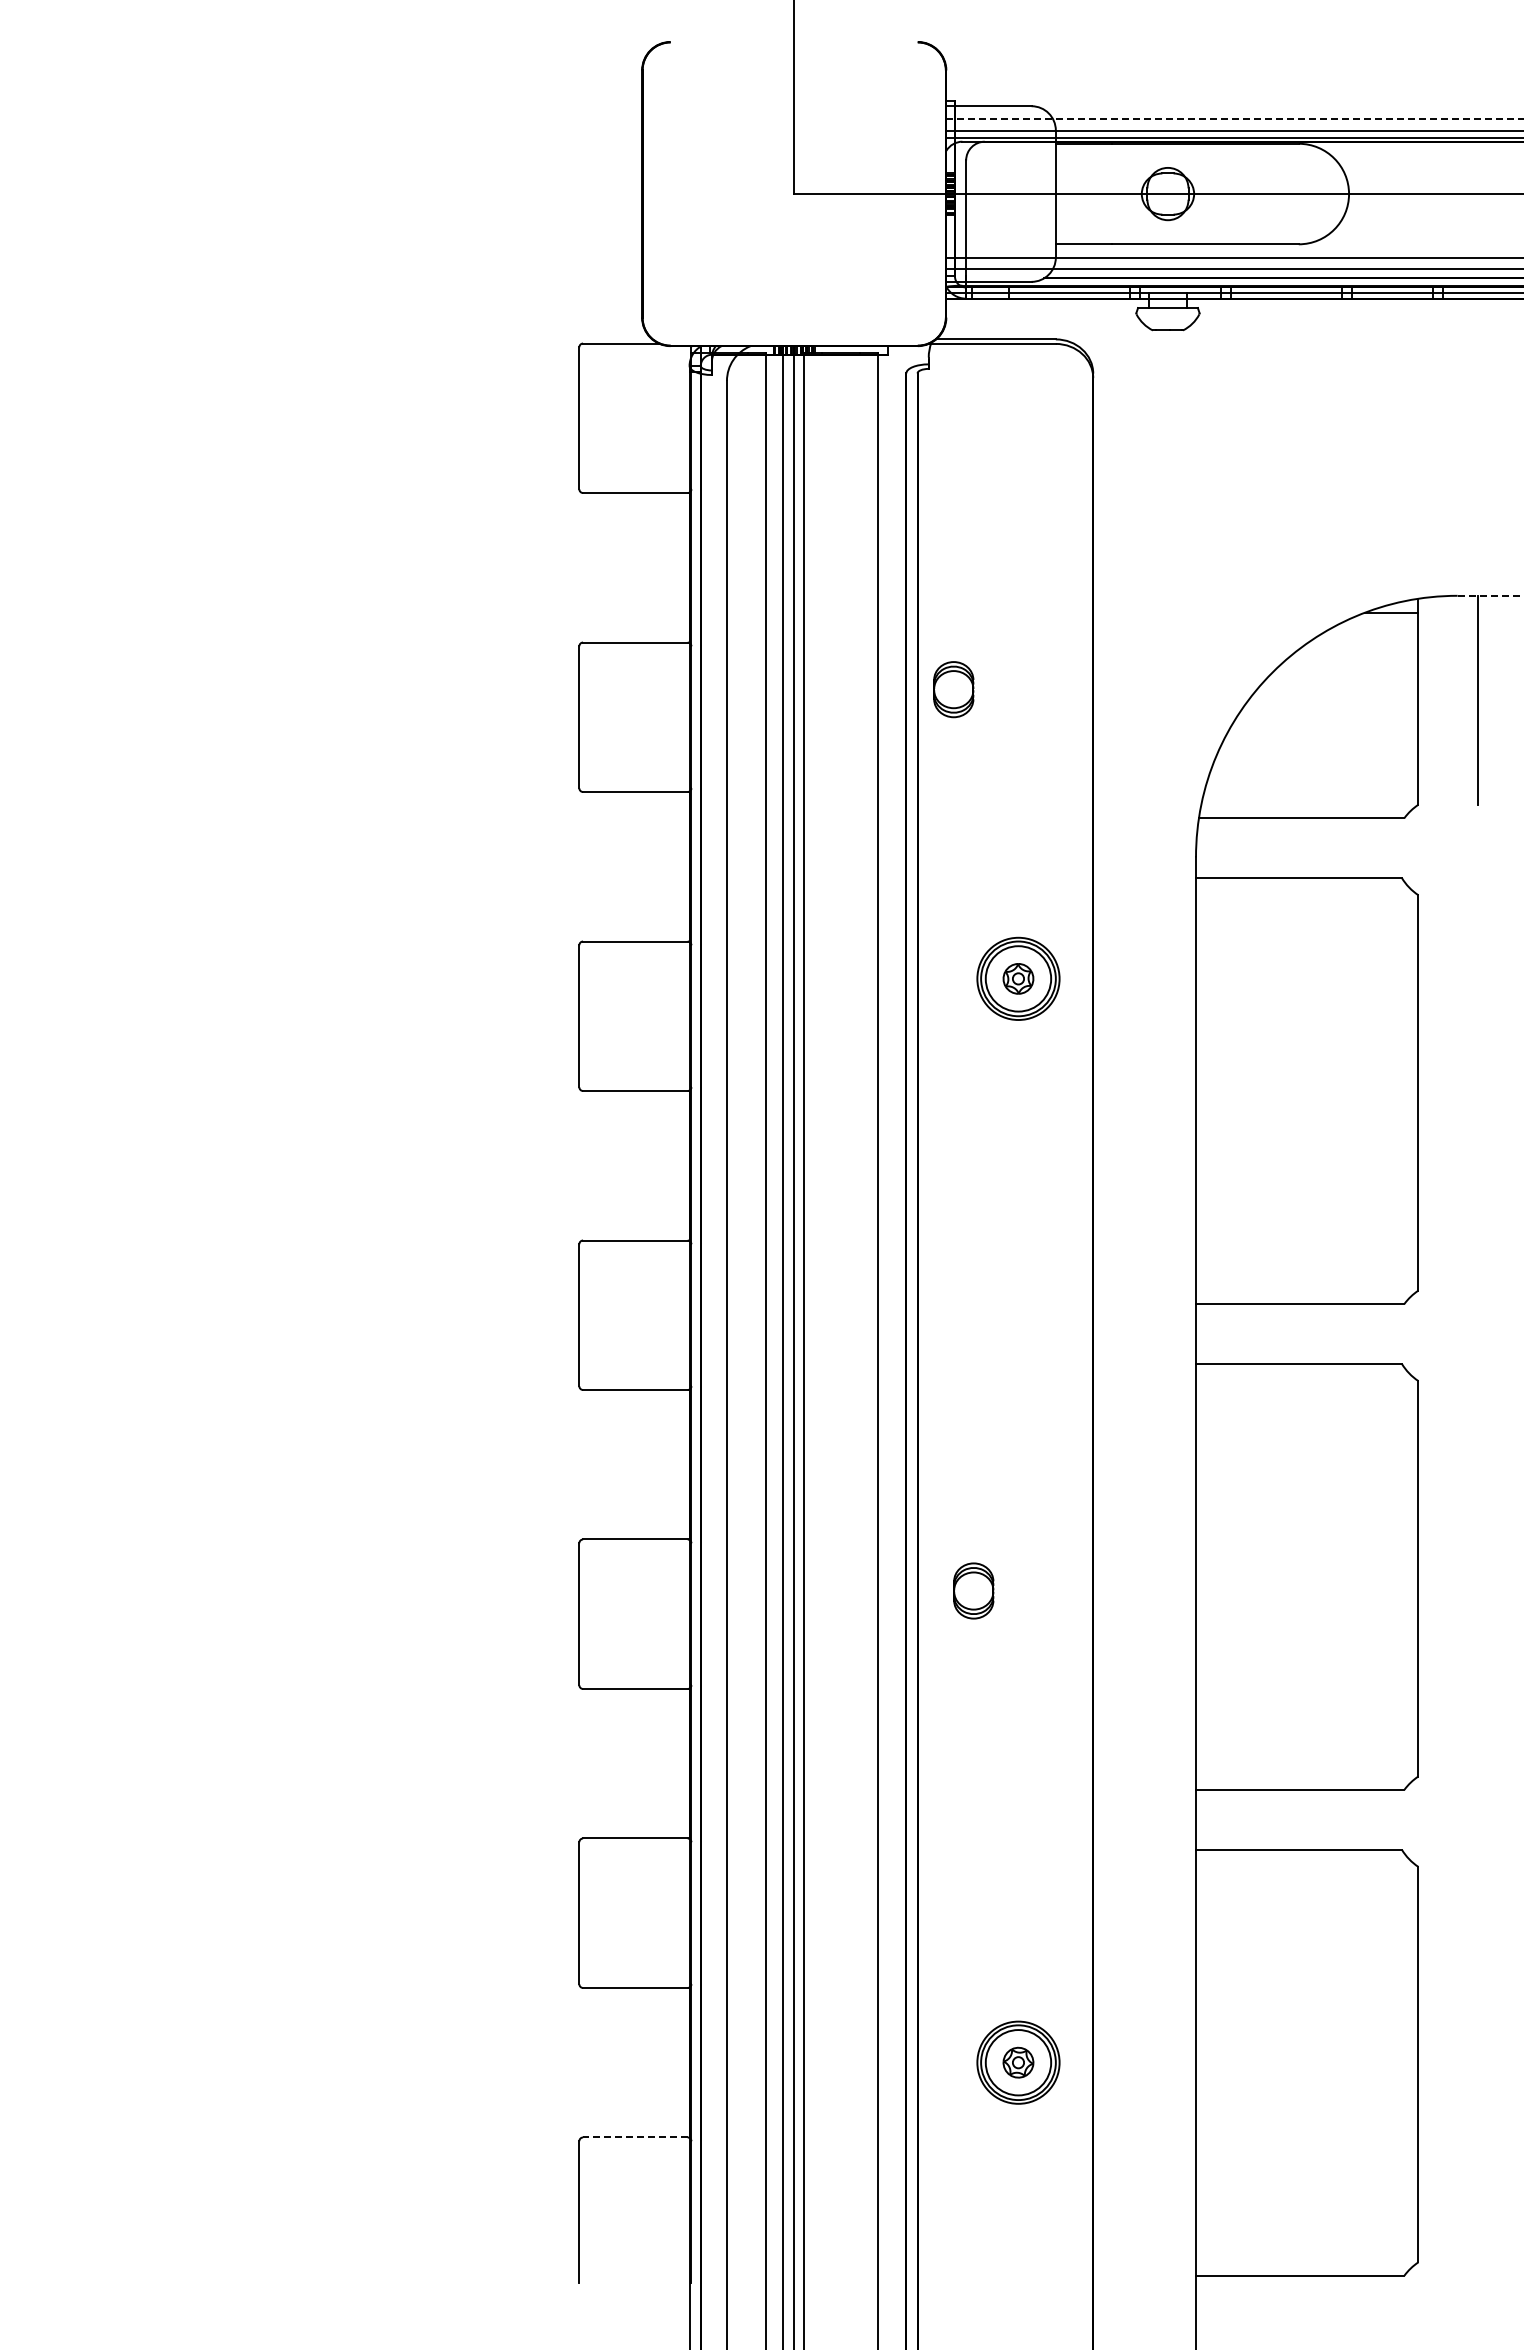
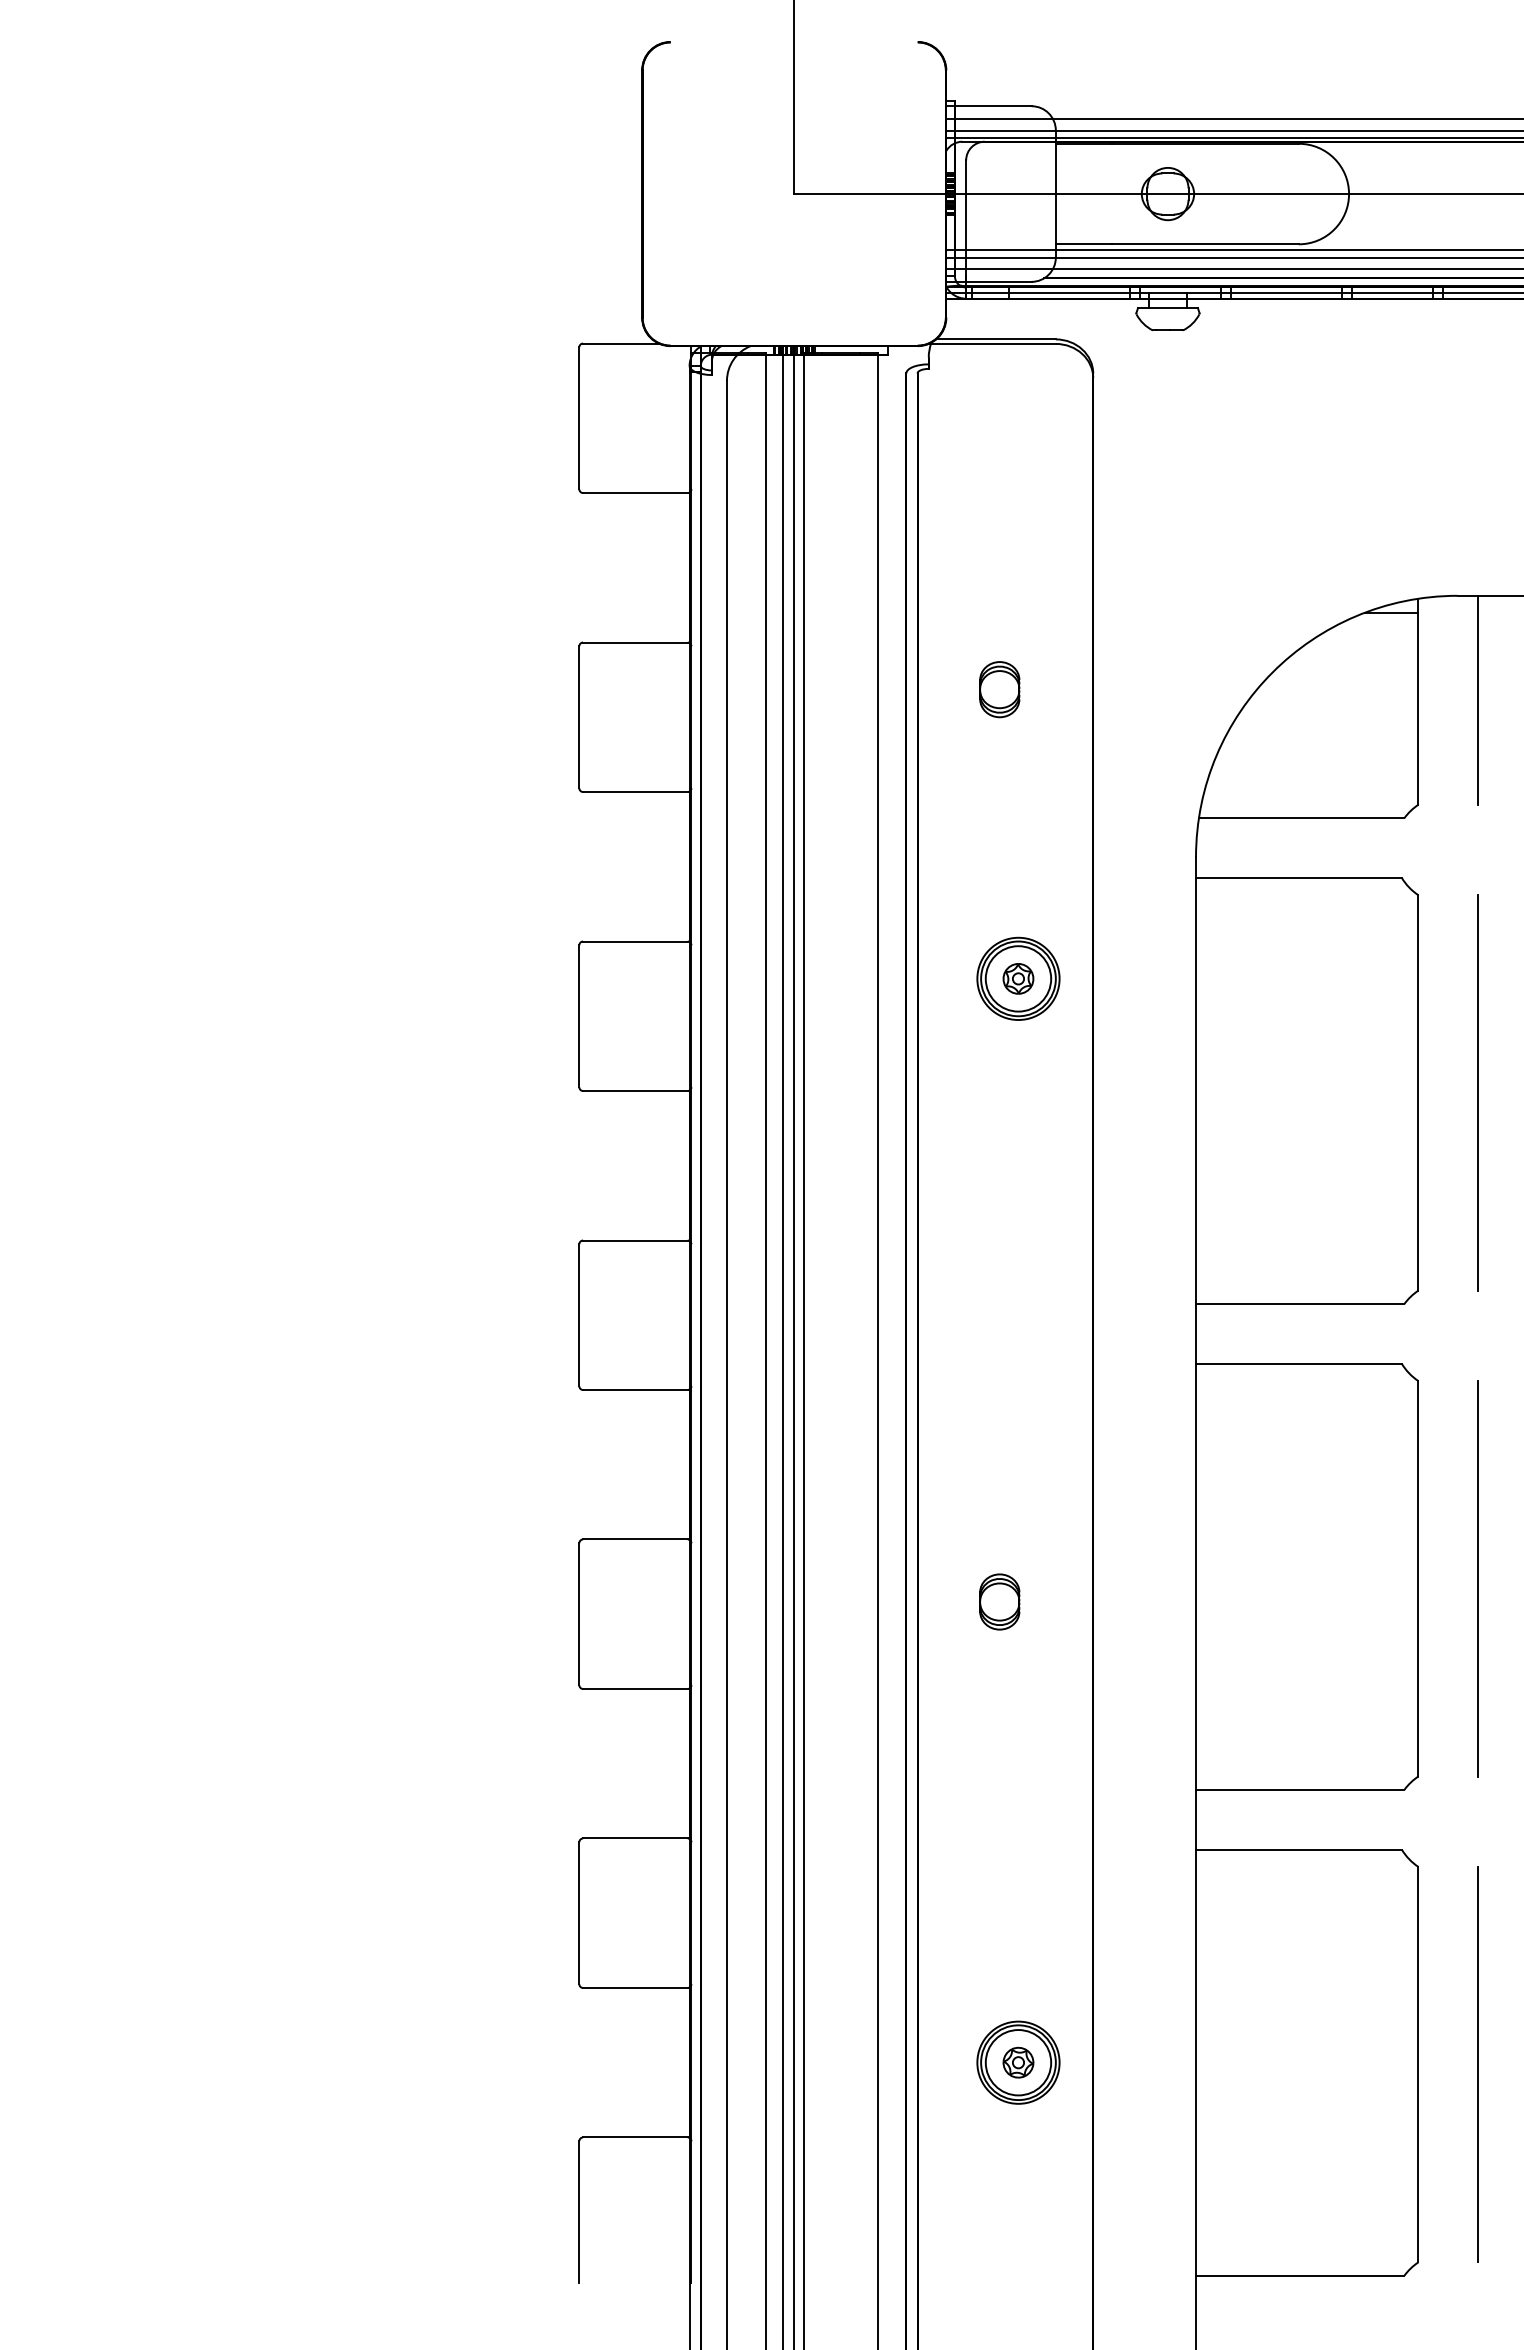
line at (1235, 119): dashed -> solid
line at (1233, 250): none -> present
line at (1490, 595): dashed -> solid
part at (953, 689) position: (953, 689) -> (999, 689)
line at (1478, 1092): none -> present
line at (1478, 1578): none -> present
part at (973, 1590) position: (973, 1590) -> (999, 1601)
line at (1477, 2064): none -> present
line at (634, 2137): dashed -> solid
